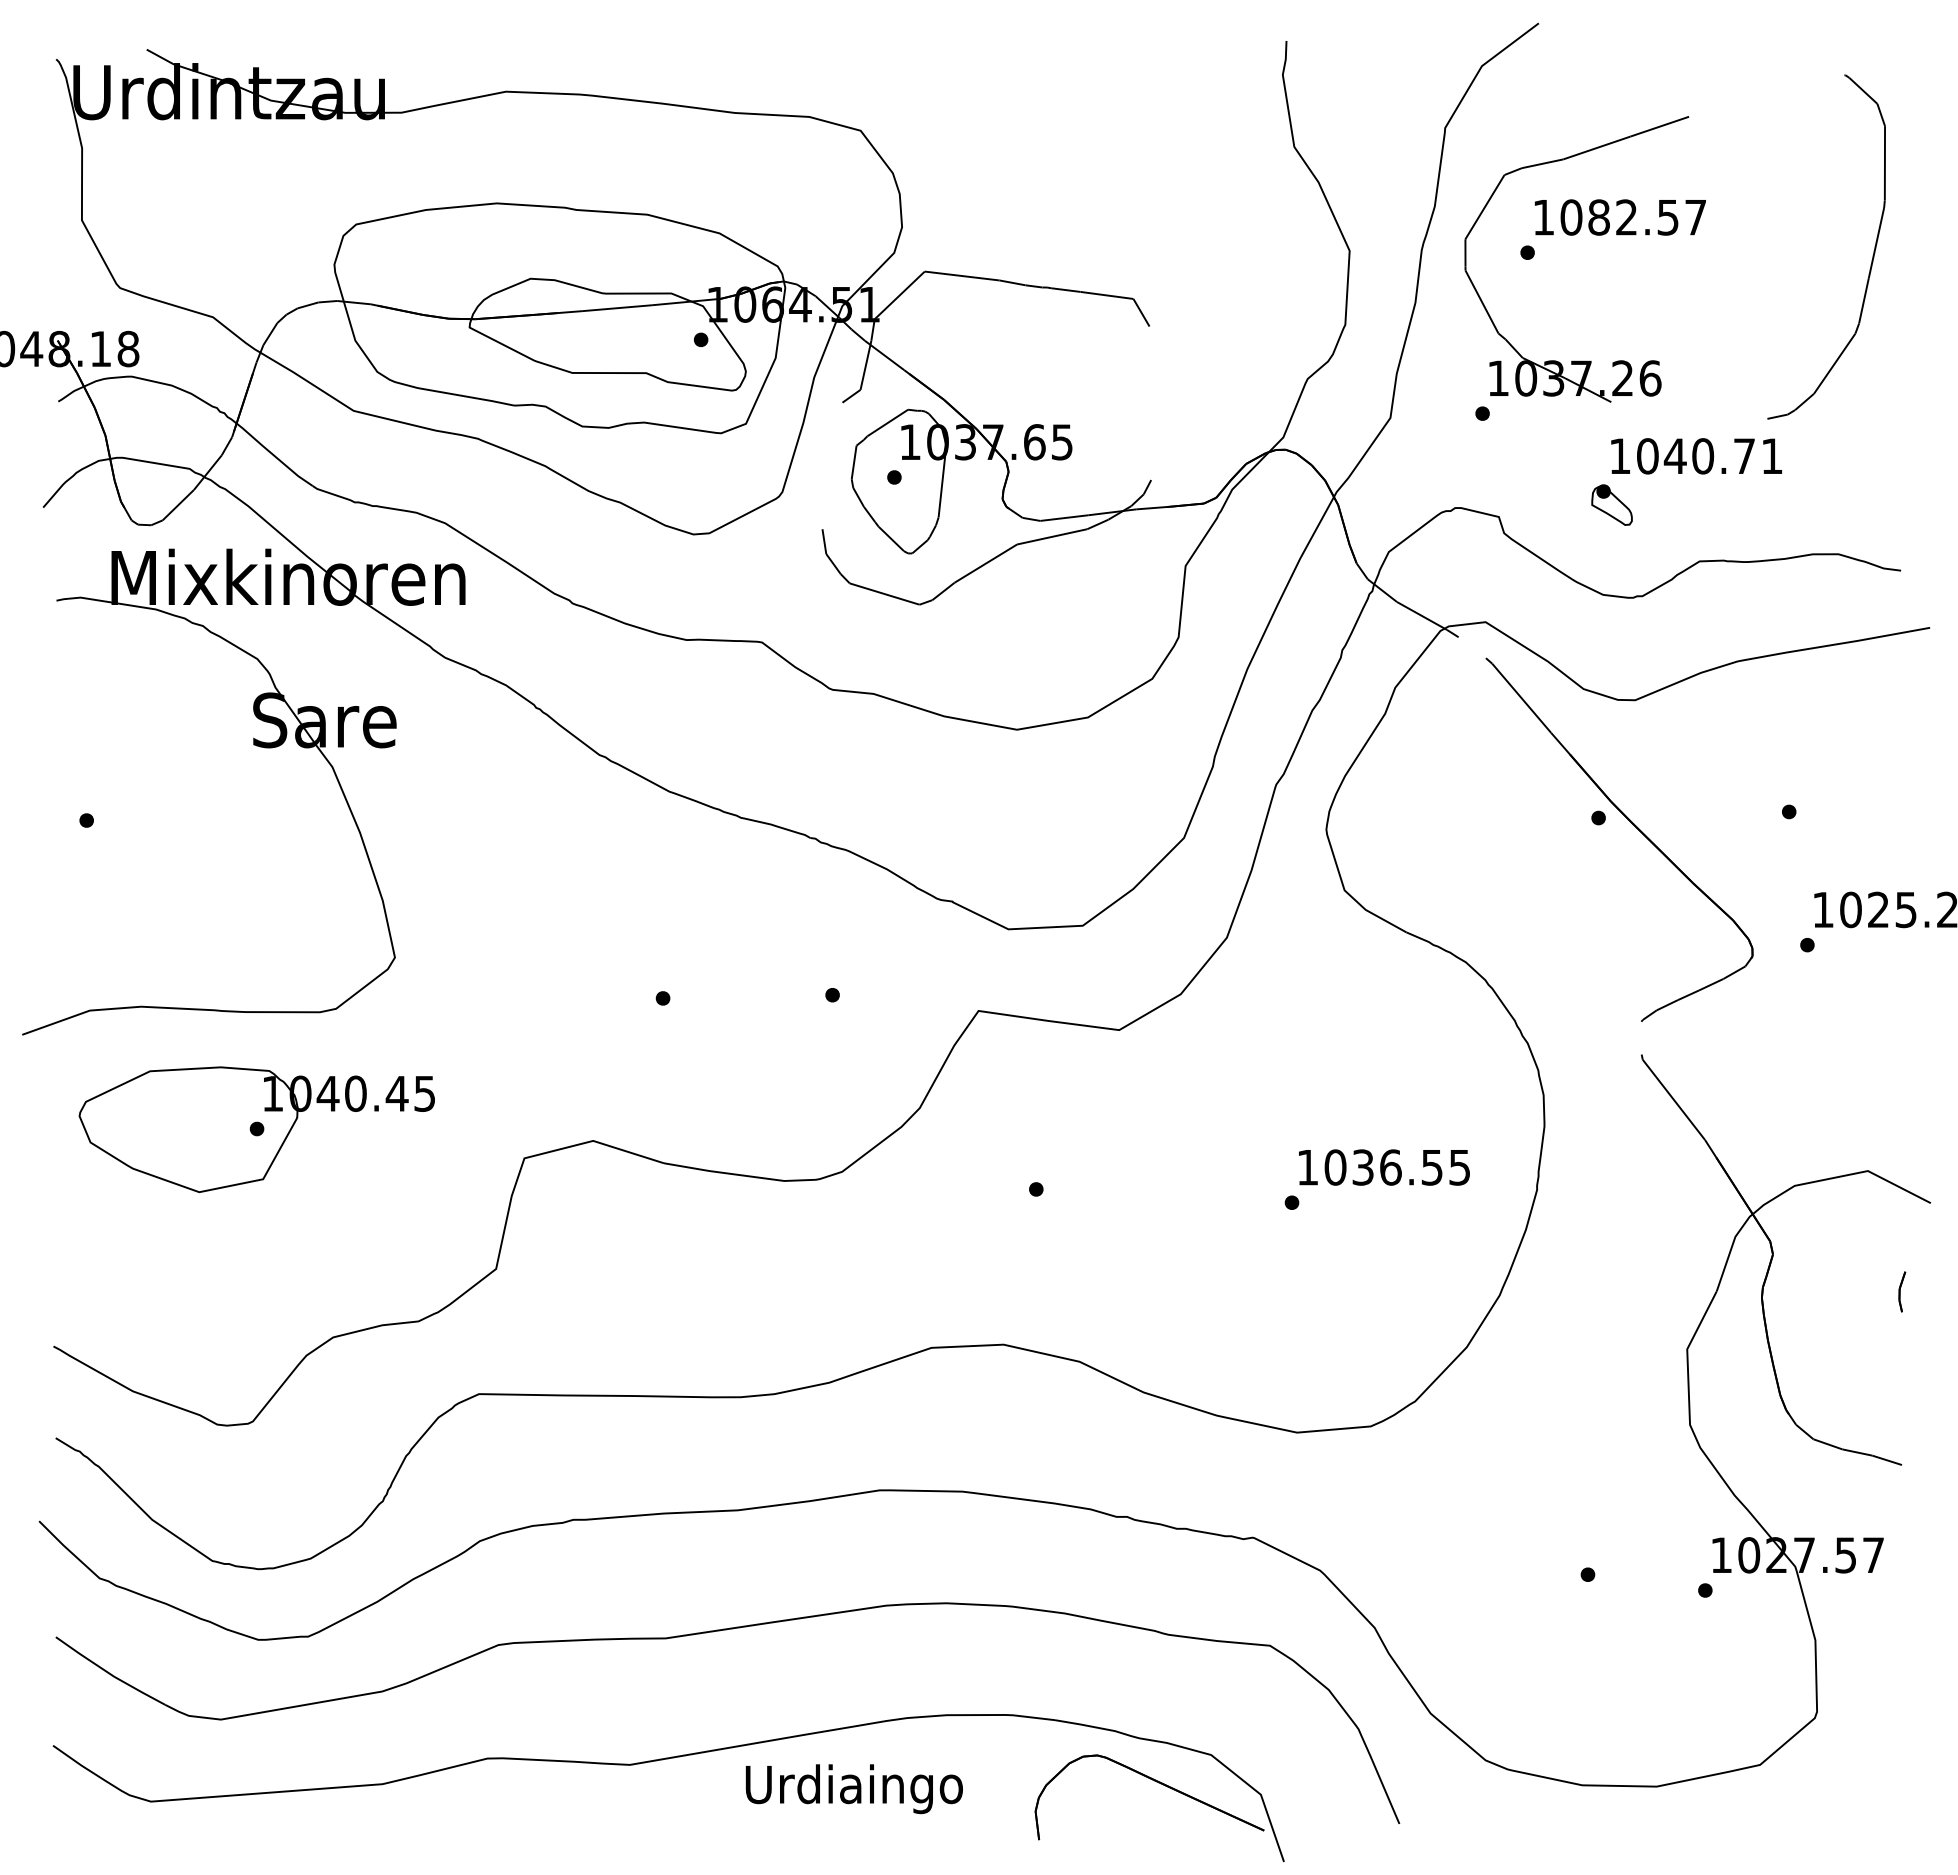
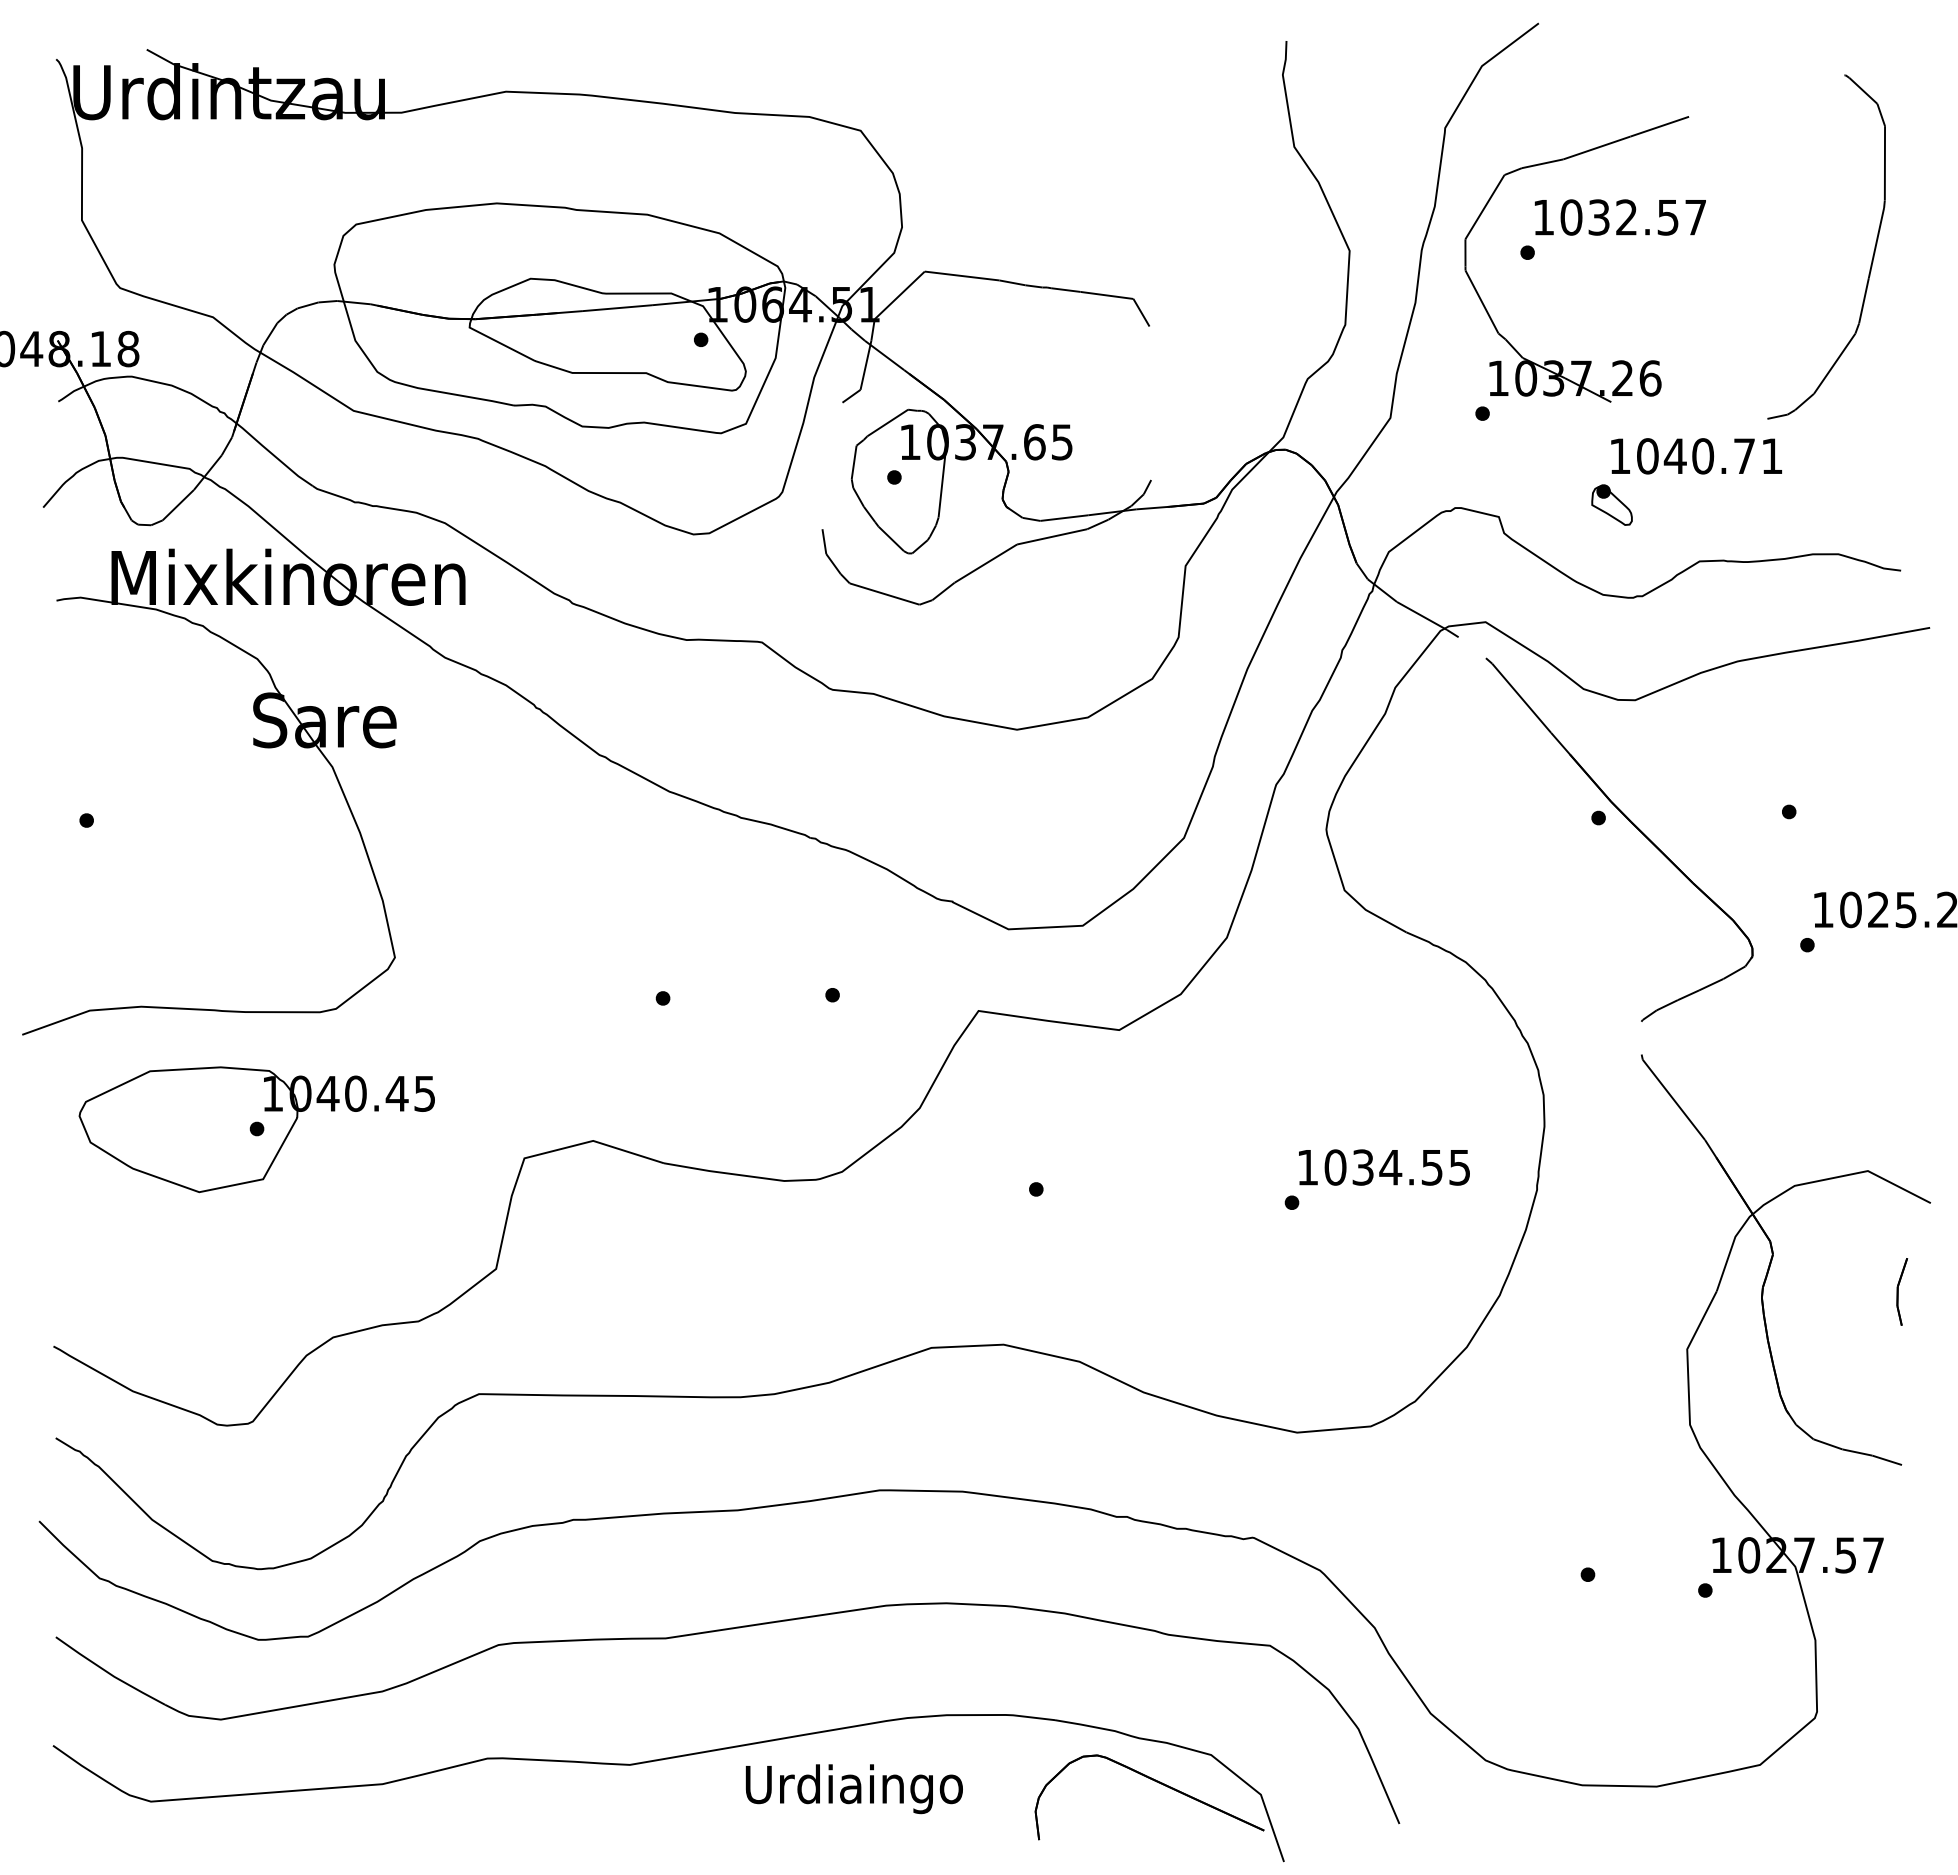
text at (1598, 217): 1082.57 -> 1032.57
text at (1390, 1167): 1036.55 -> 1034.55
part at (1902, 1291) size: 9x42 px -> 13x68 px
